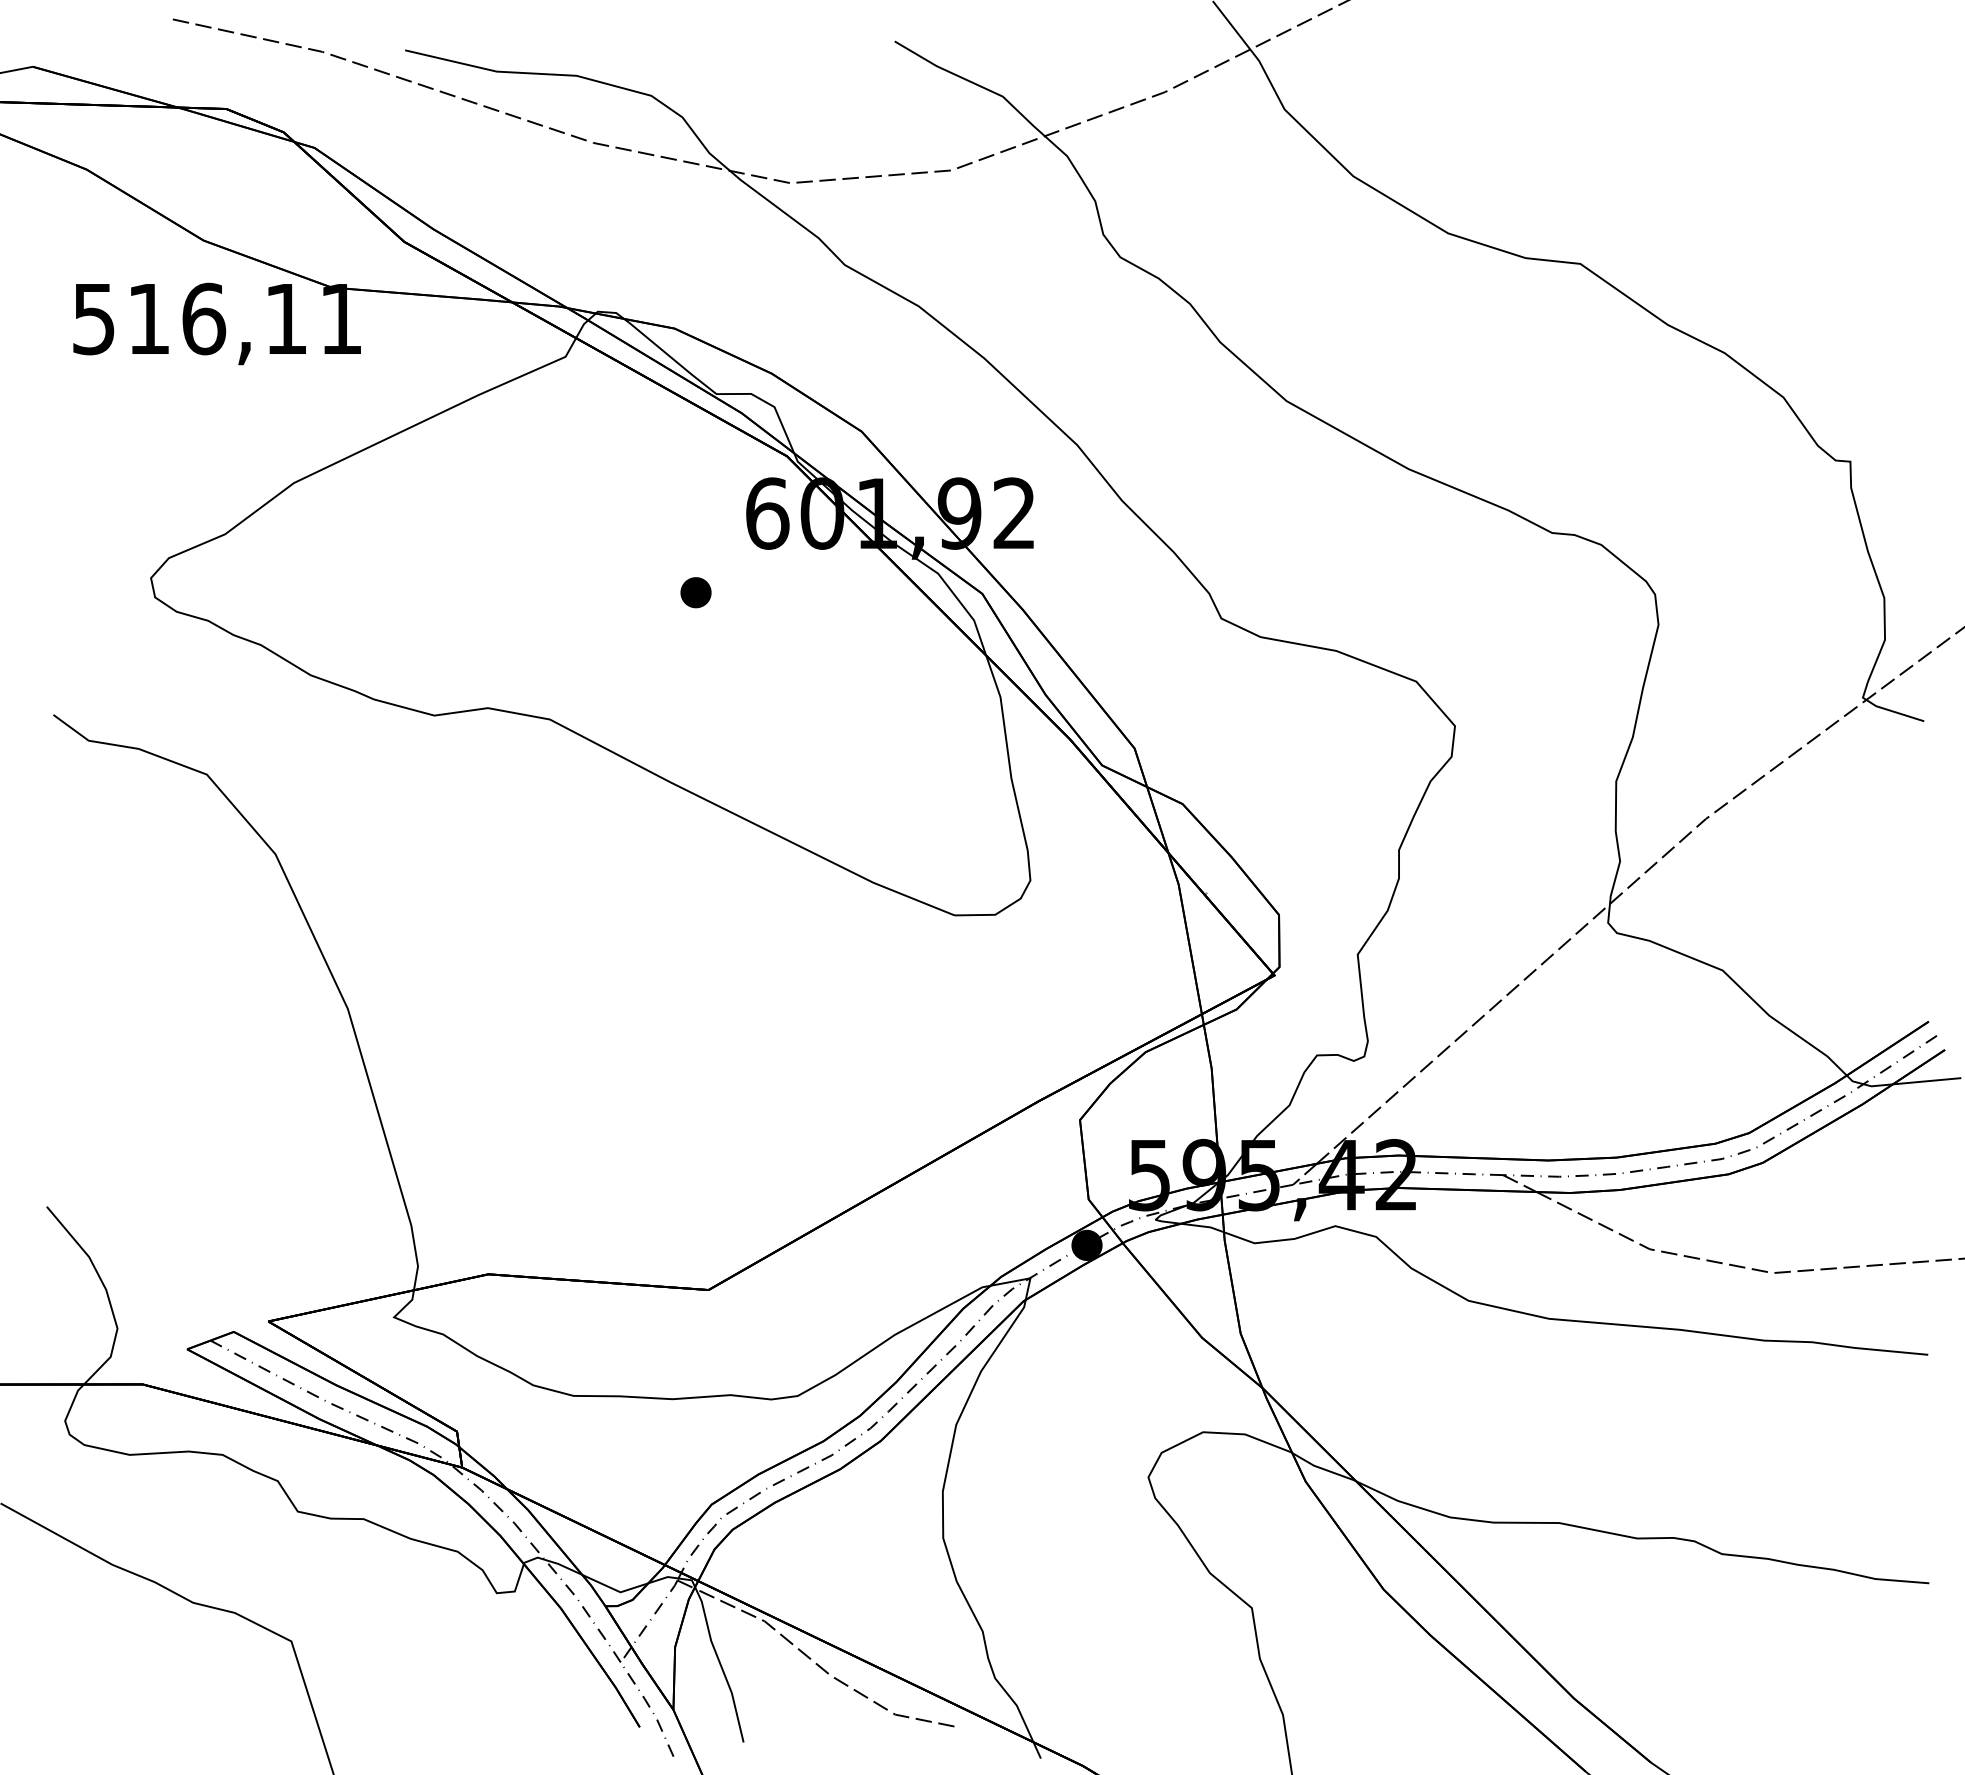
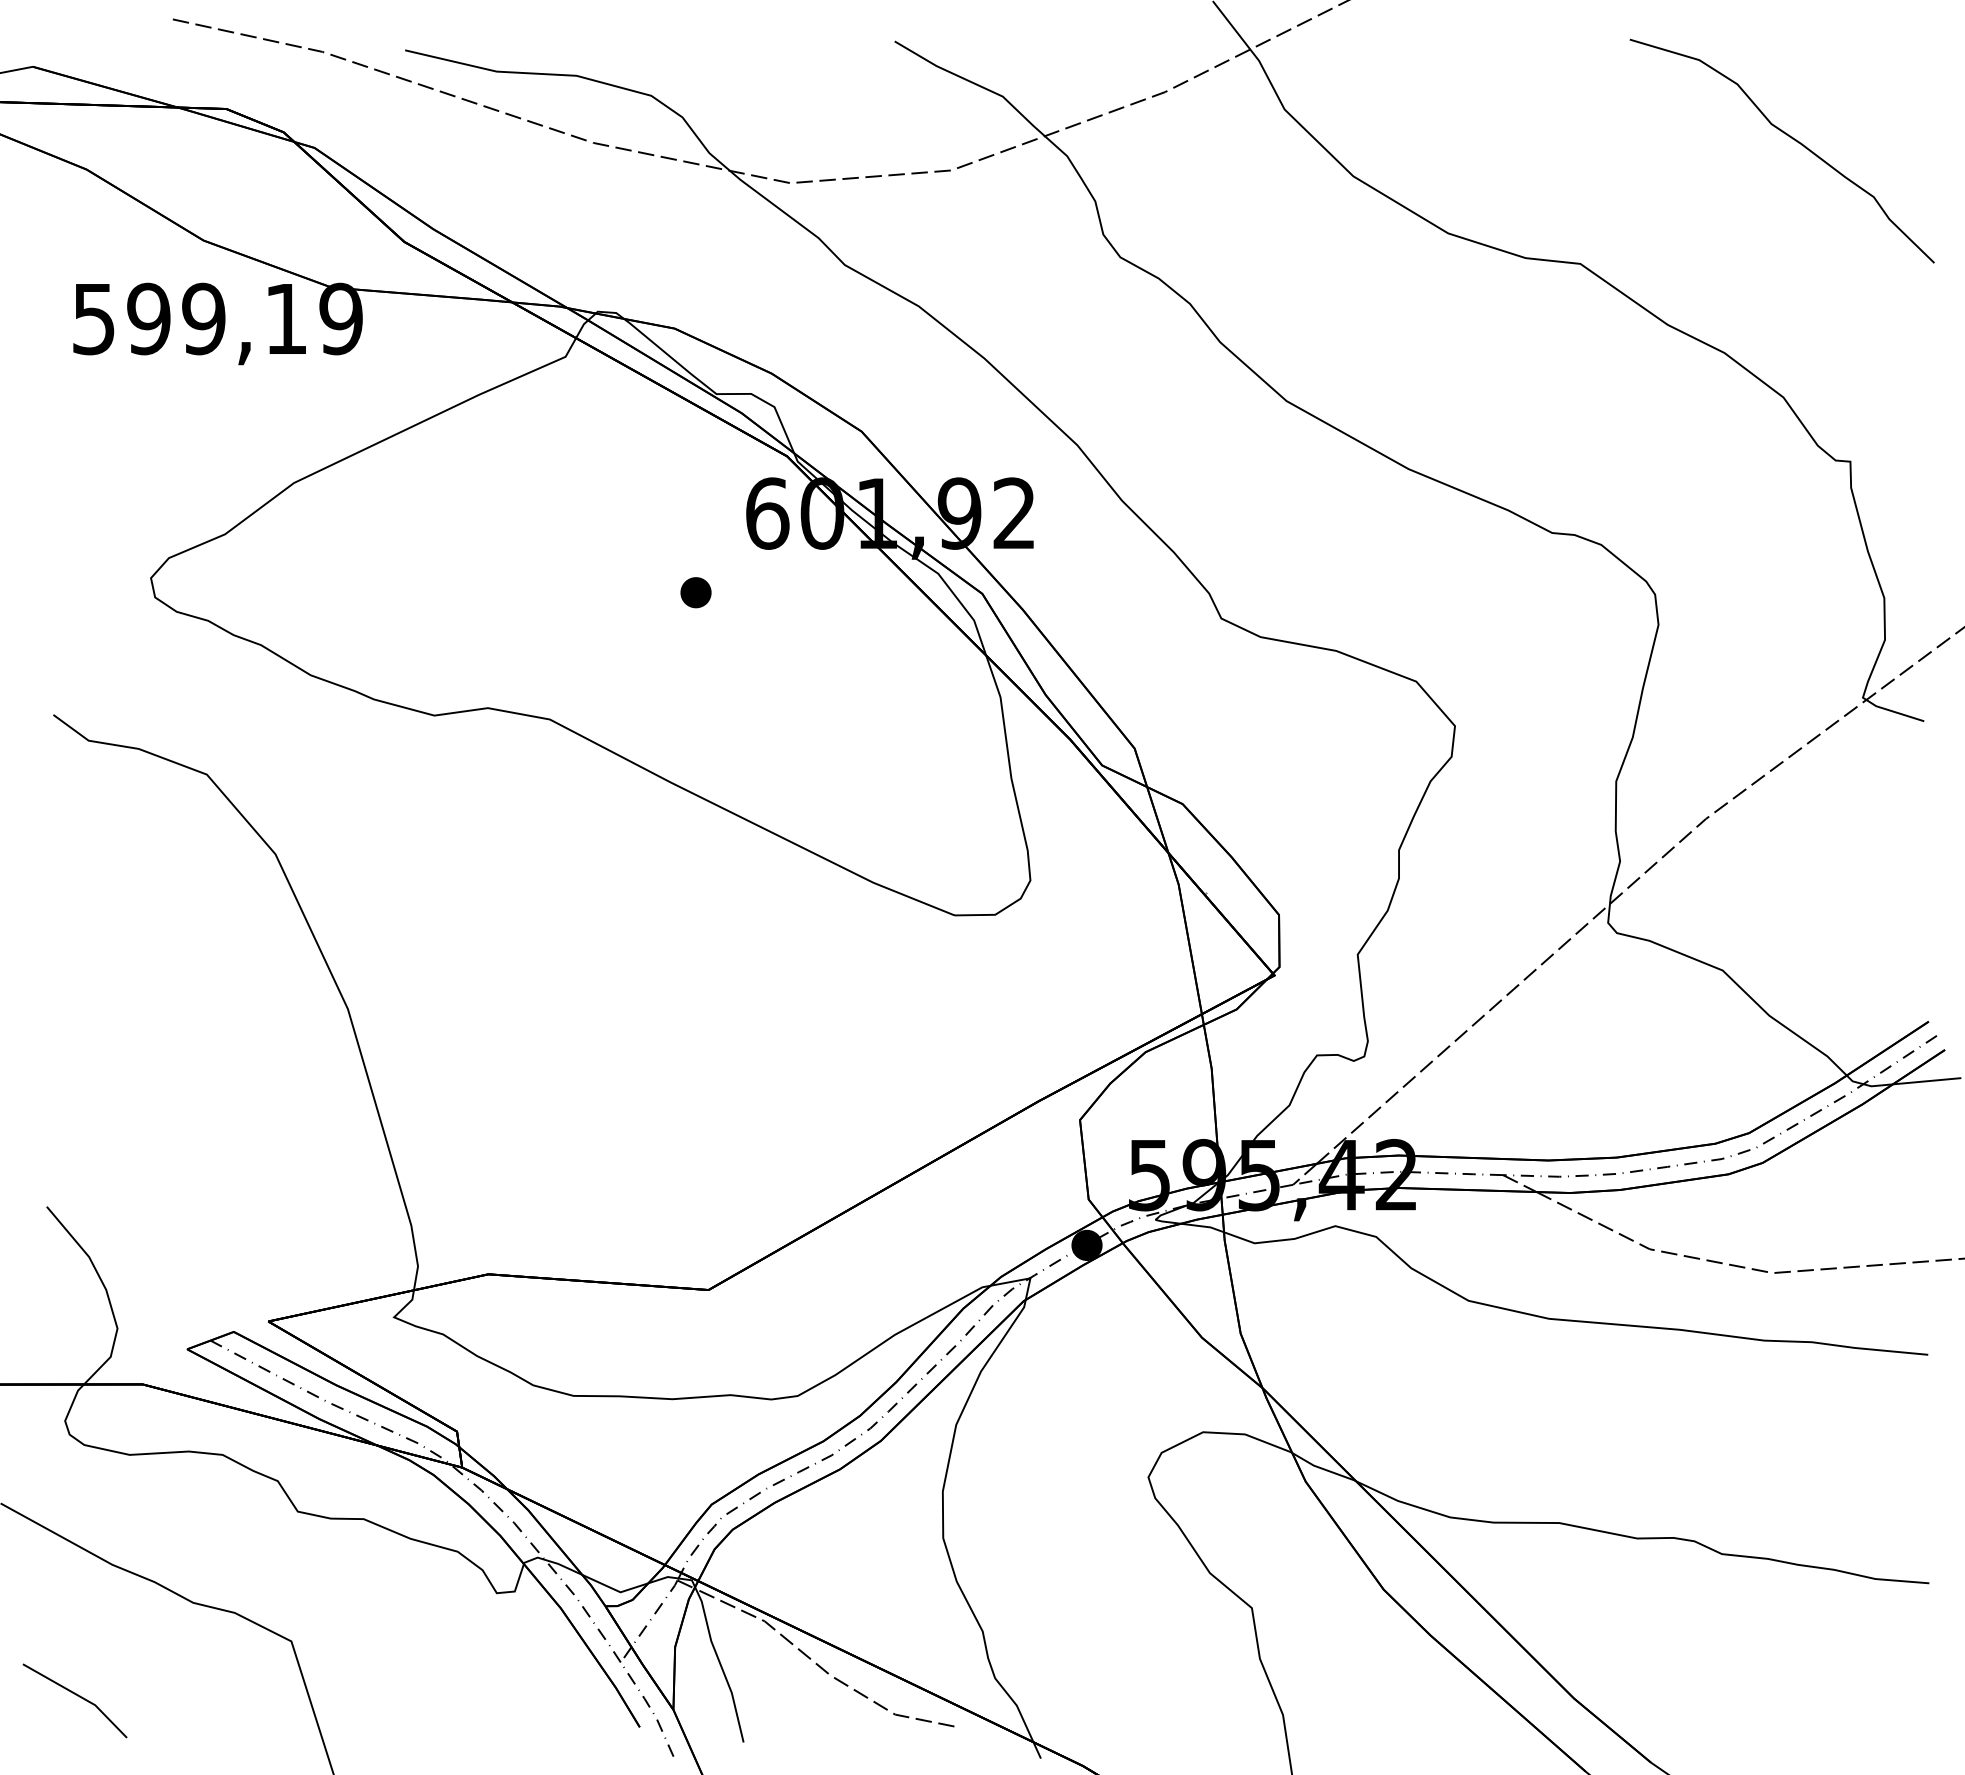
curve at (1789, 137): none -> present
text at (244, 318): 516,11 -> 599,19
line at (77, 1696): none -> present
